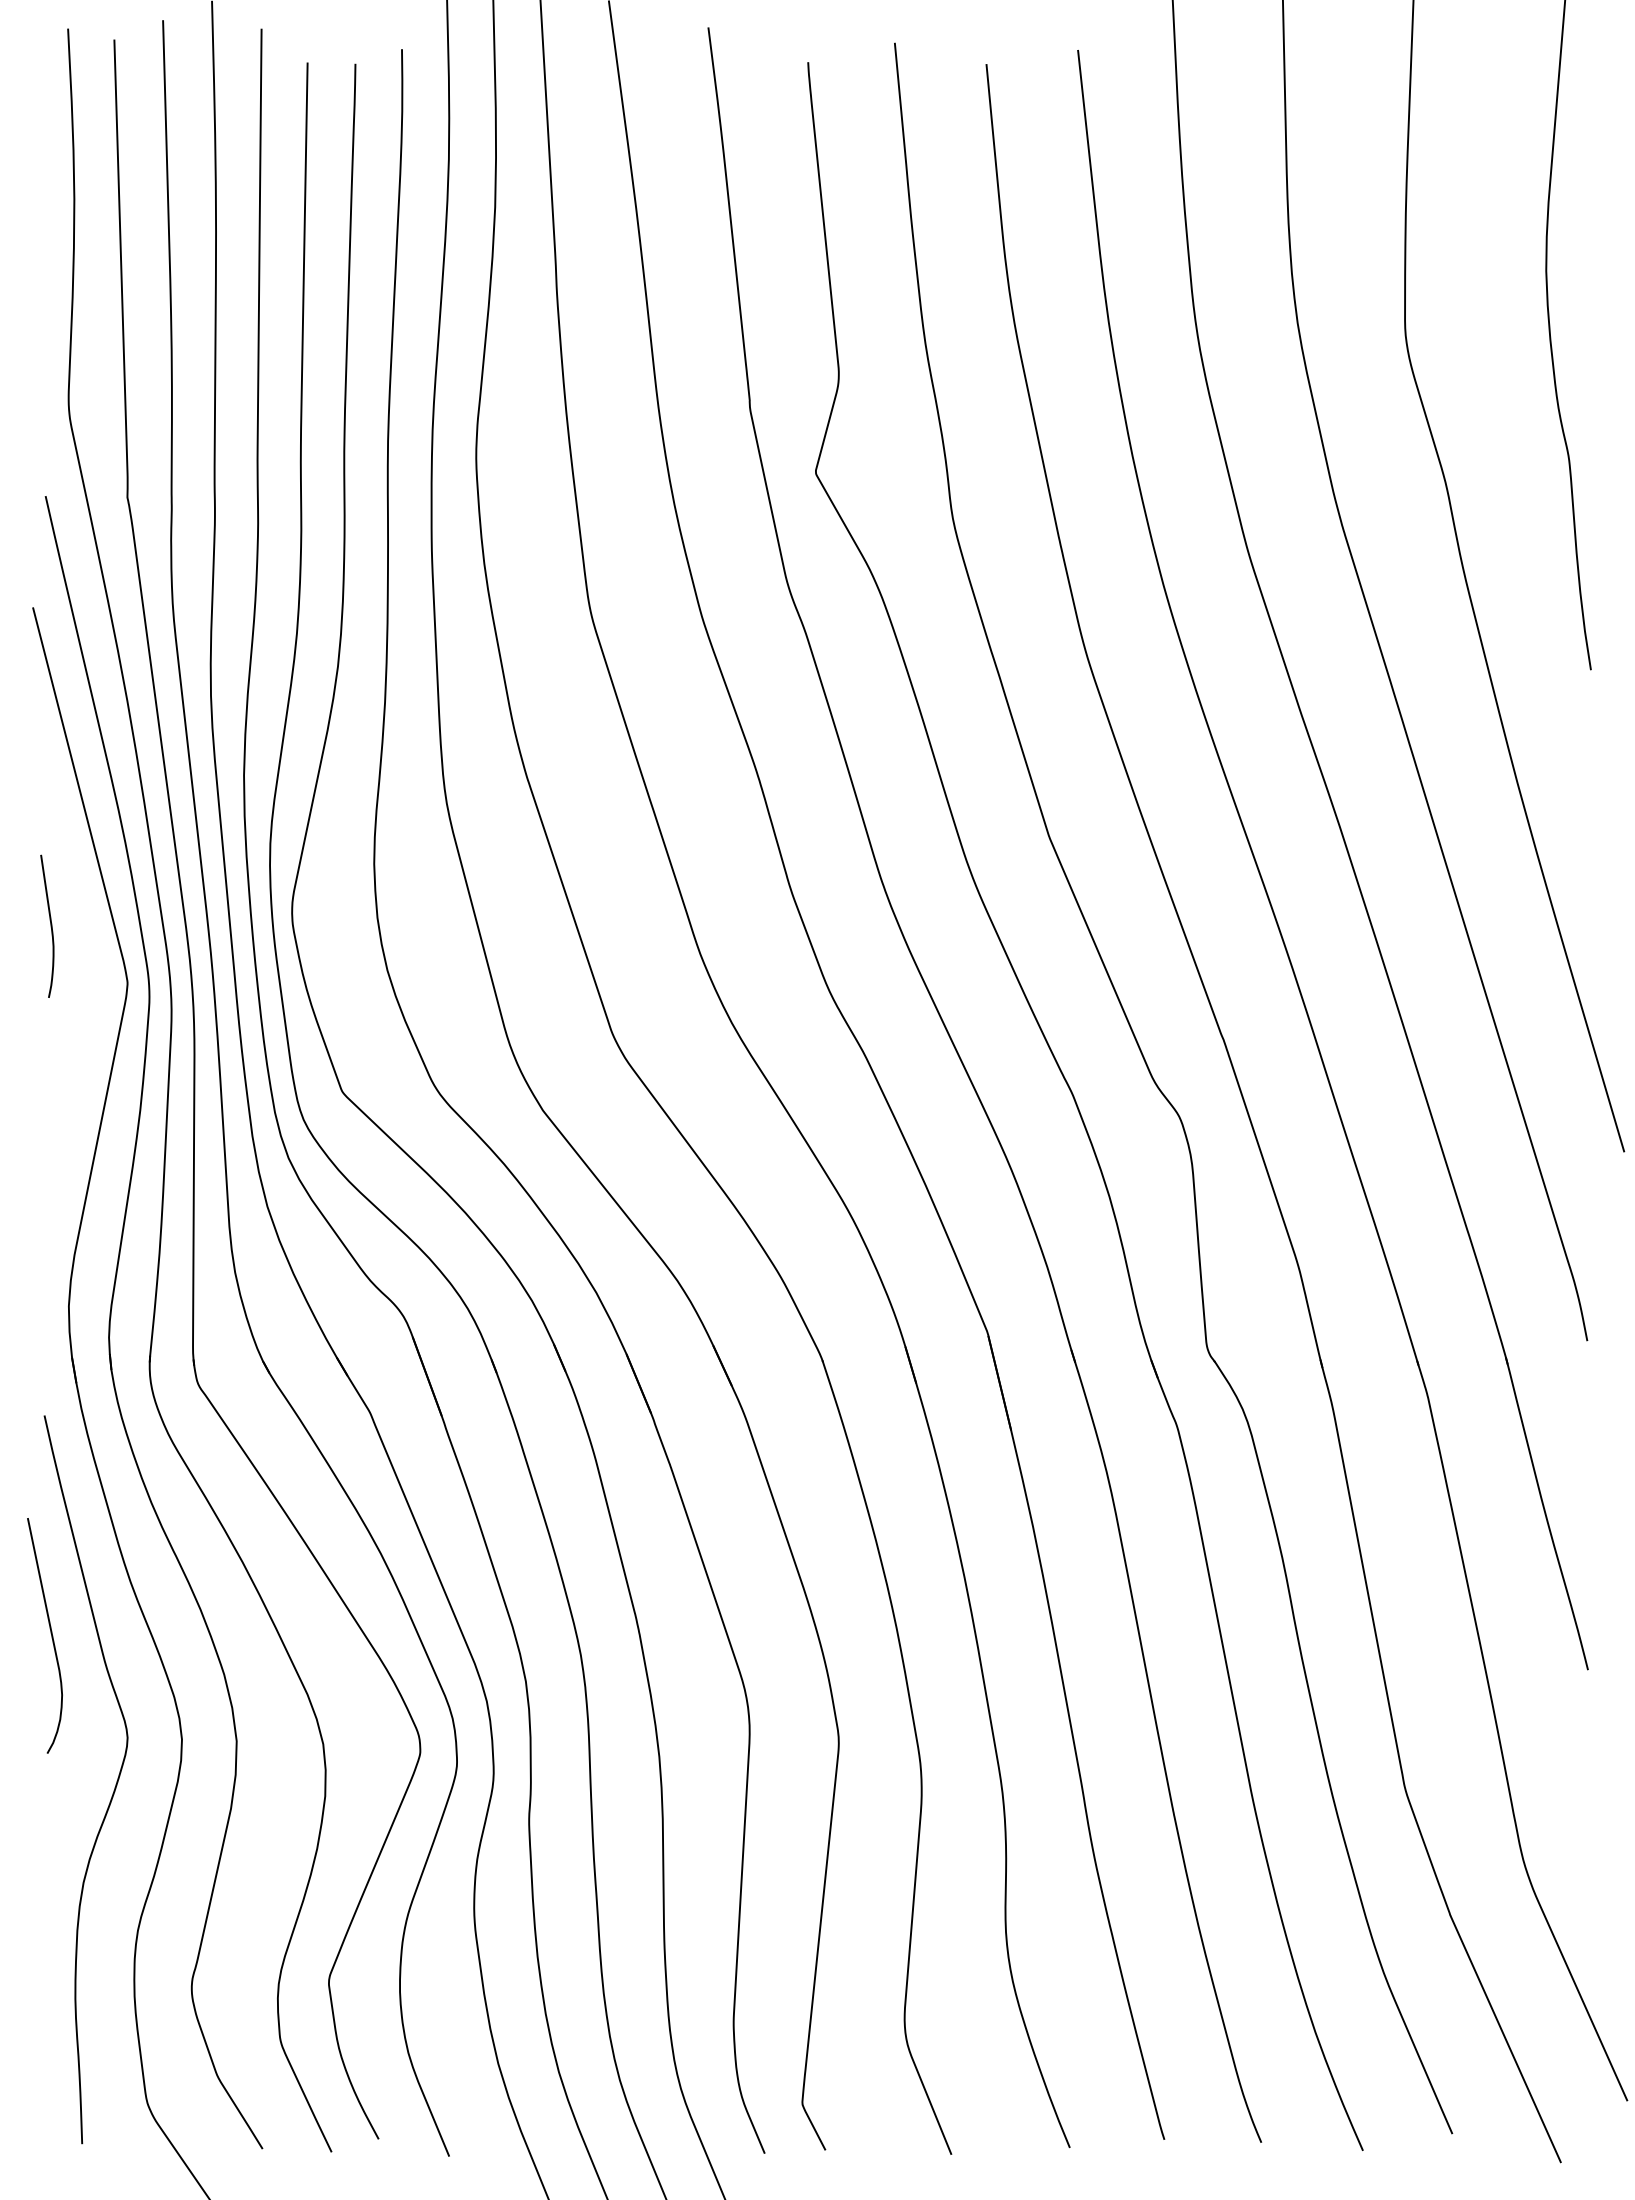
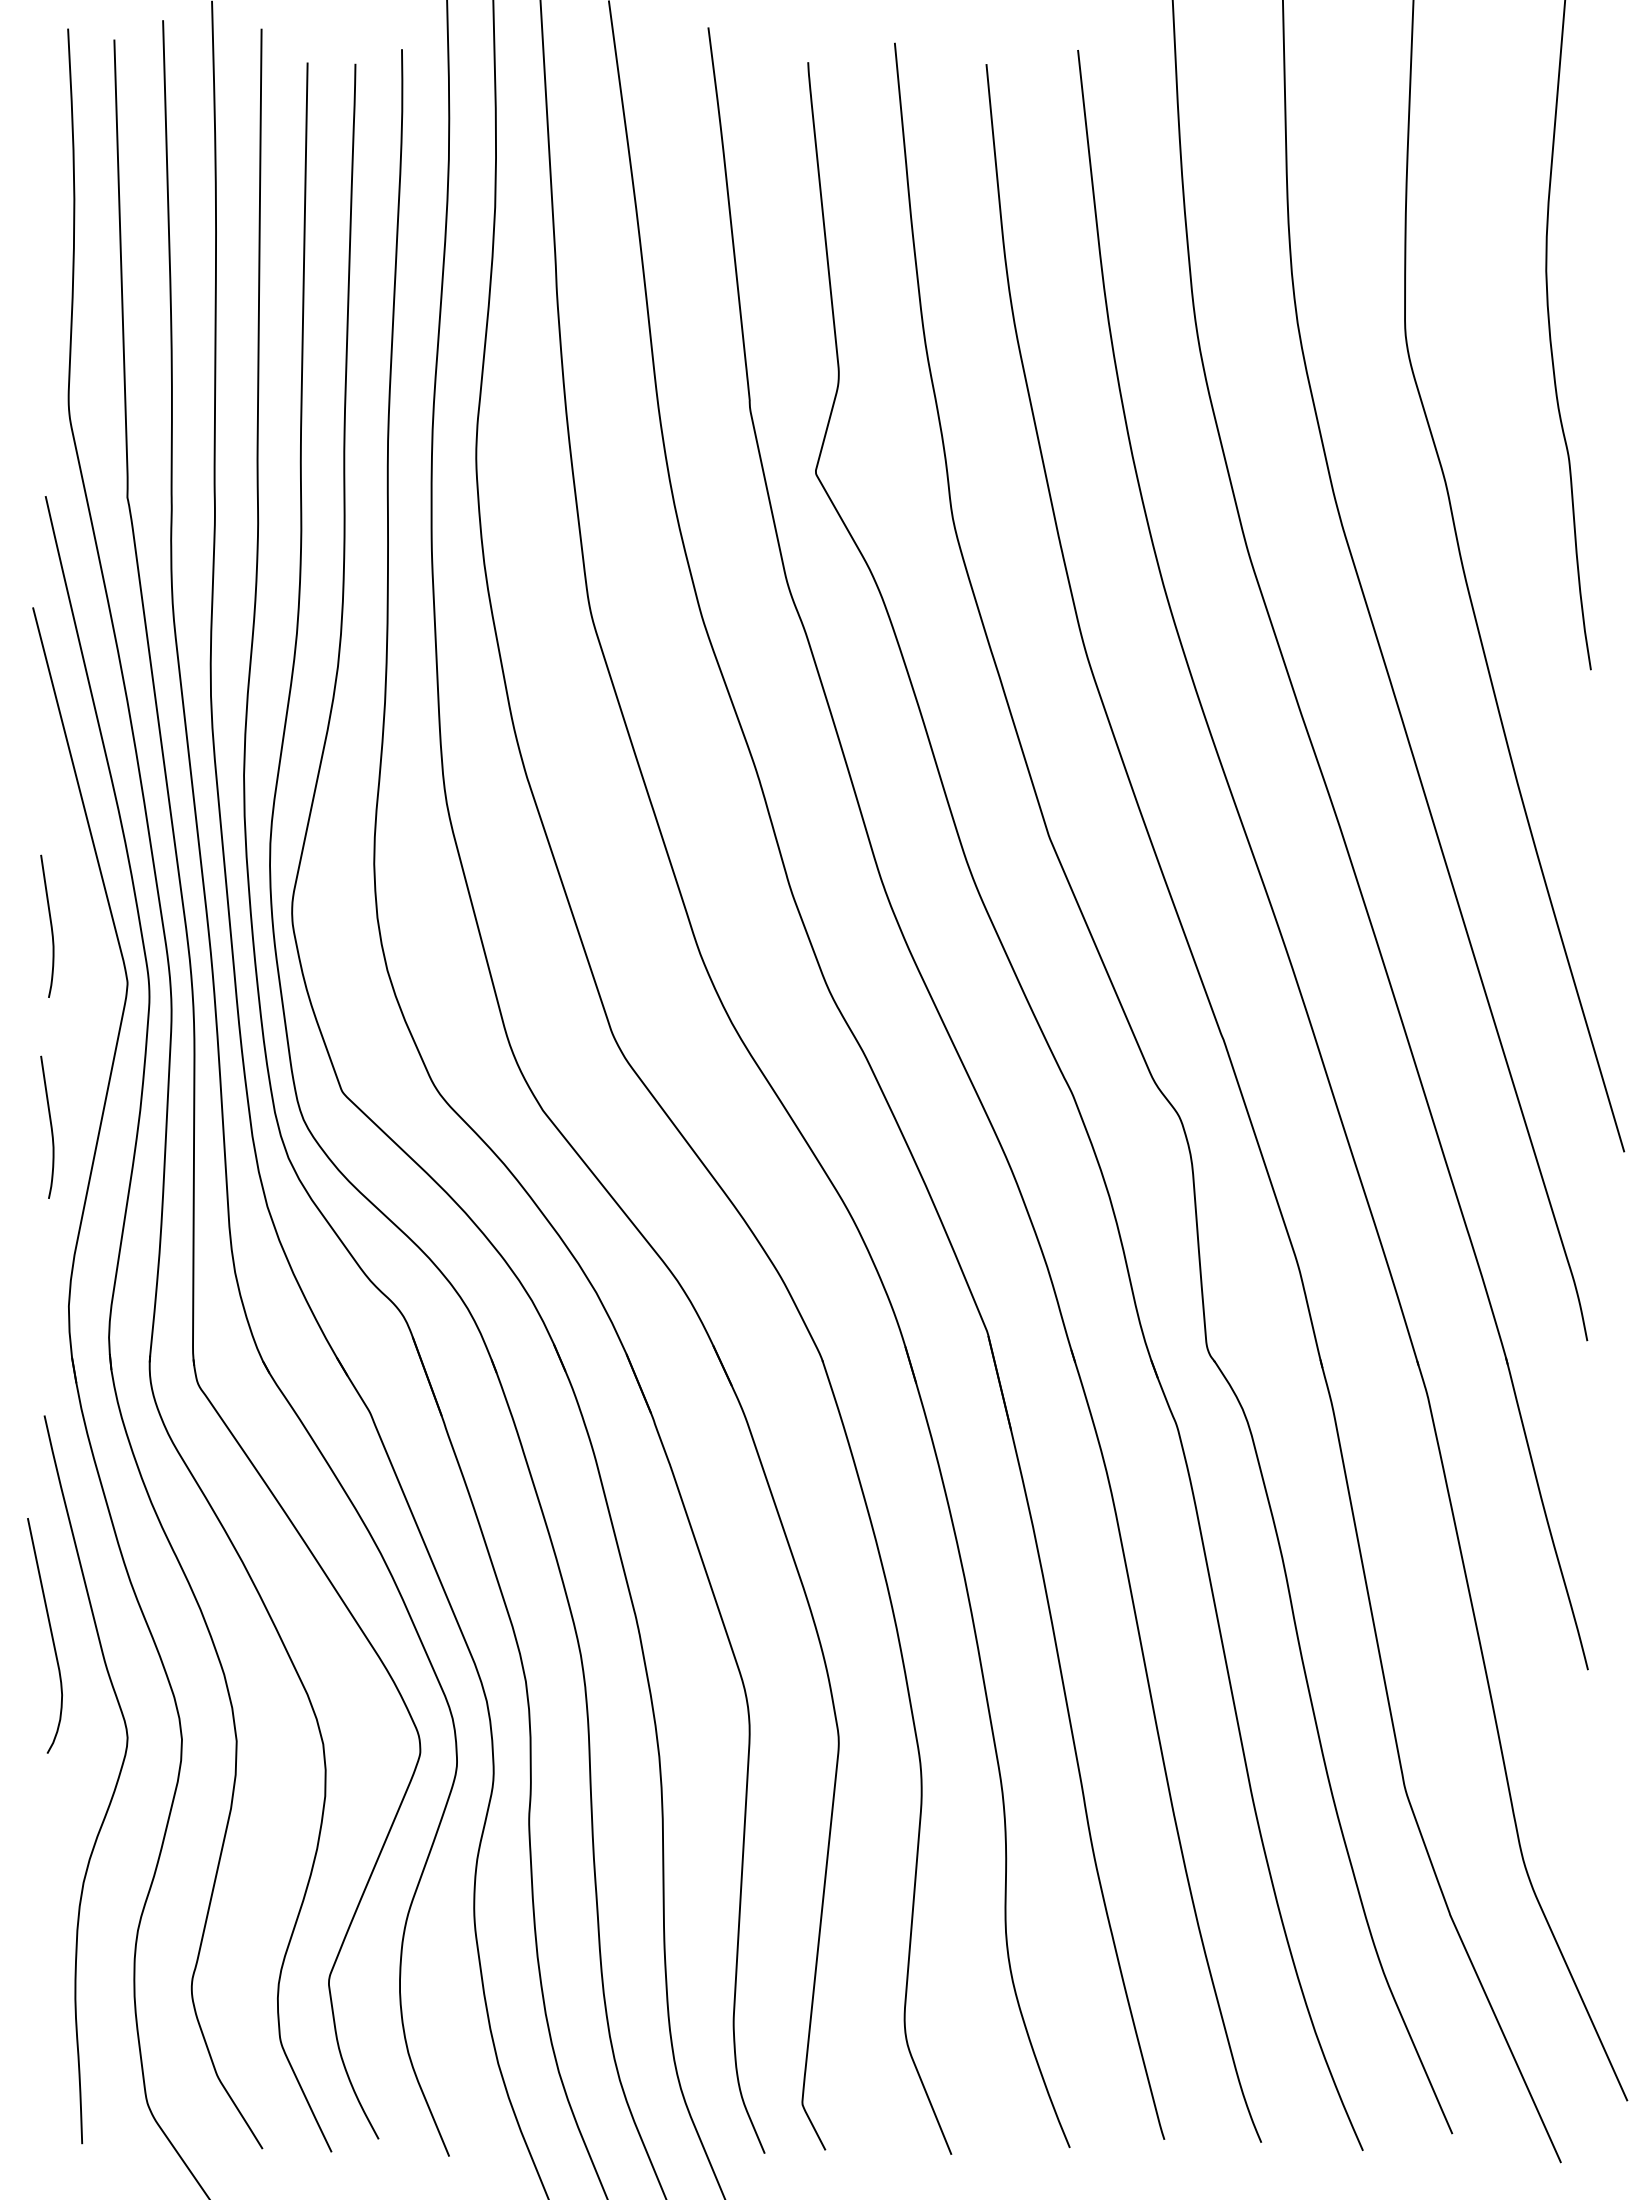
curve at (50, 1126): none -> present
